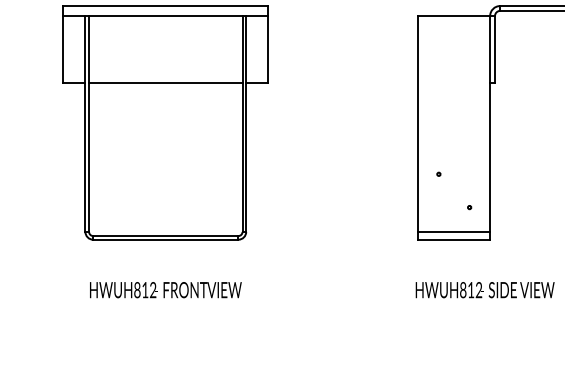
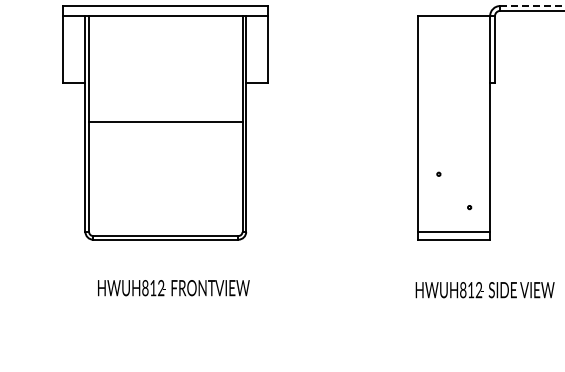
line at (532, 6): solid -> dashed
line at (165, 82) position: (165, 82) -> (165, 121)
text at (165, 290) position: (165, 290) -> (173, 288)
